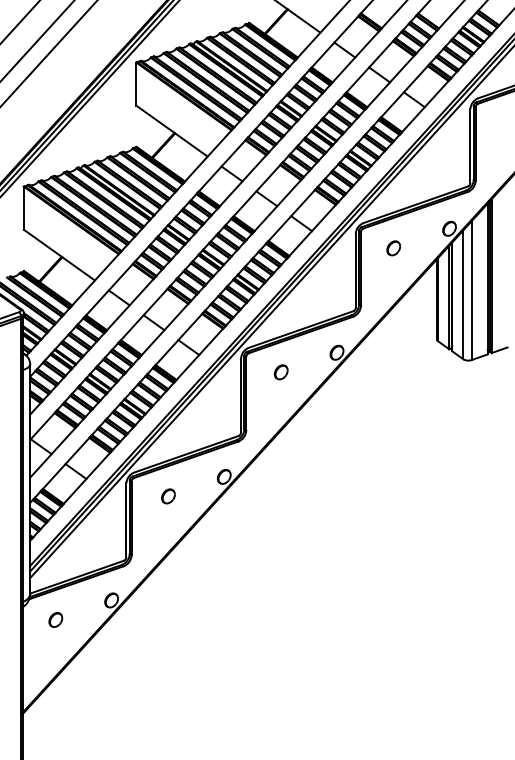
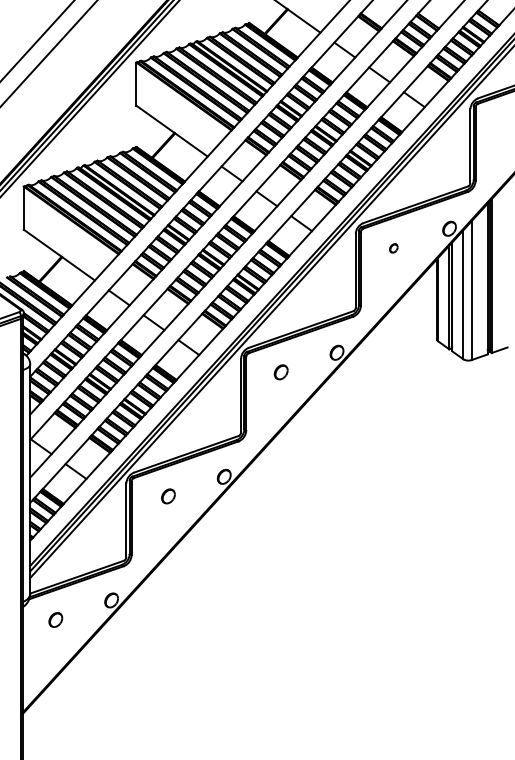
line at (20, 22): present -> none
part at (393, 248) size: 16x17 px -> 10x11 px
